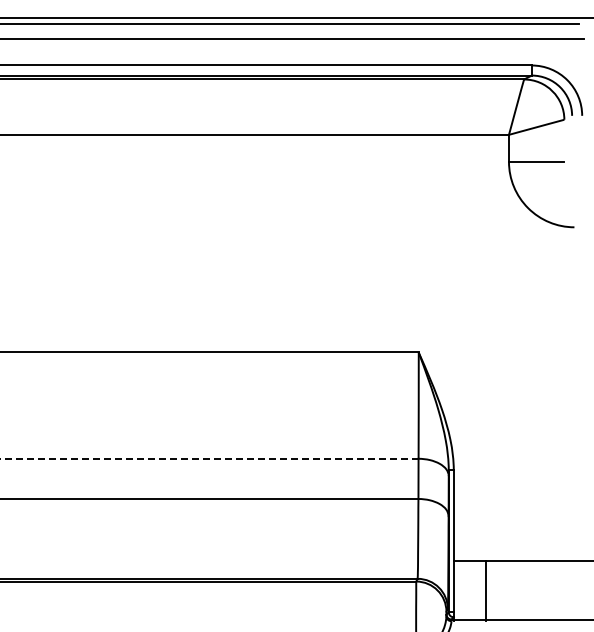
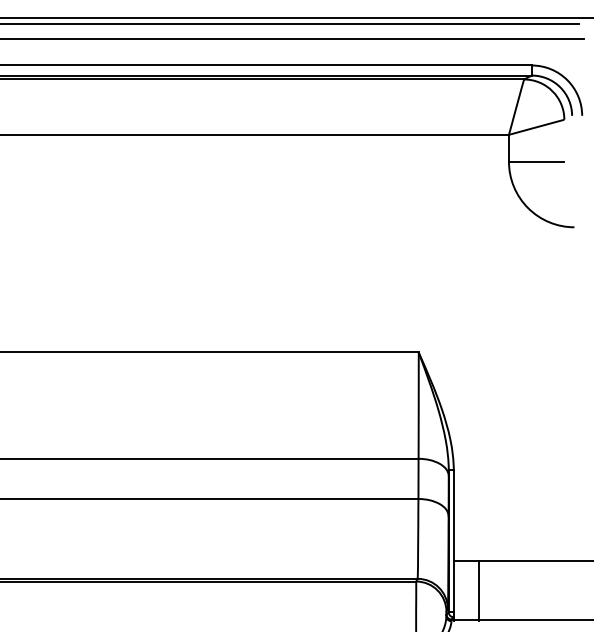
line at (209, 458): dashed -> solid
line at (485, 590) position: (485, 590) -> (478, 590)
